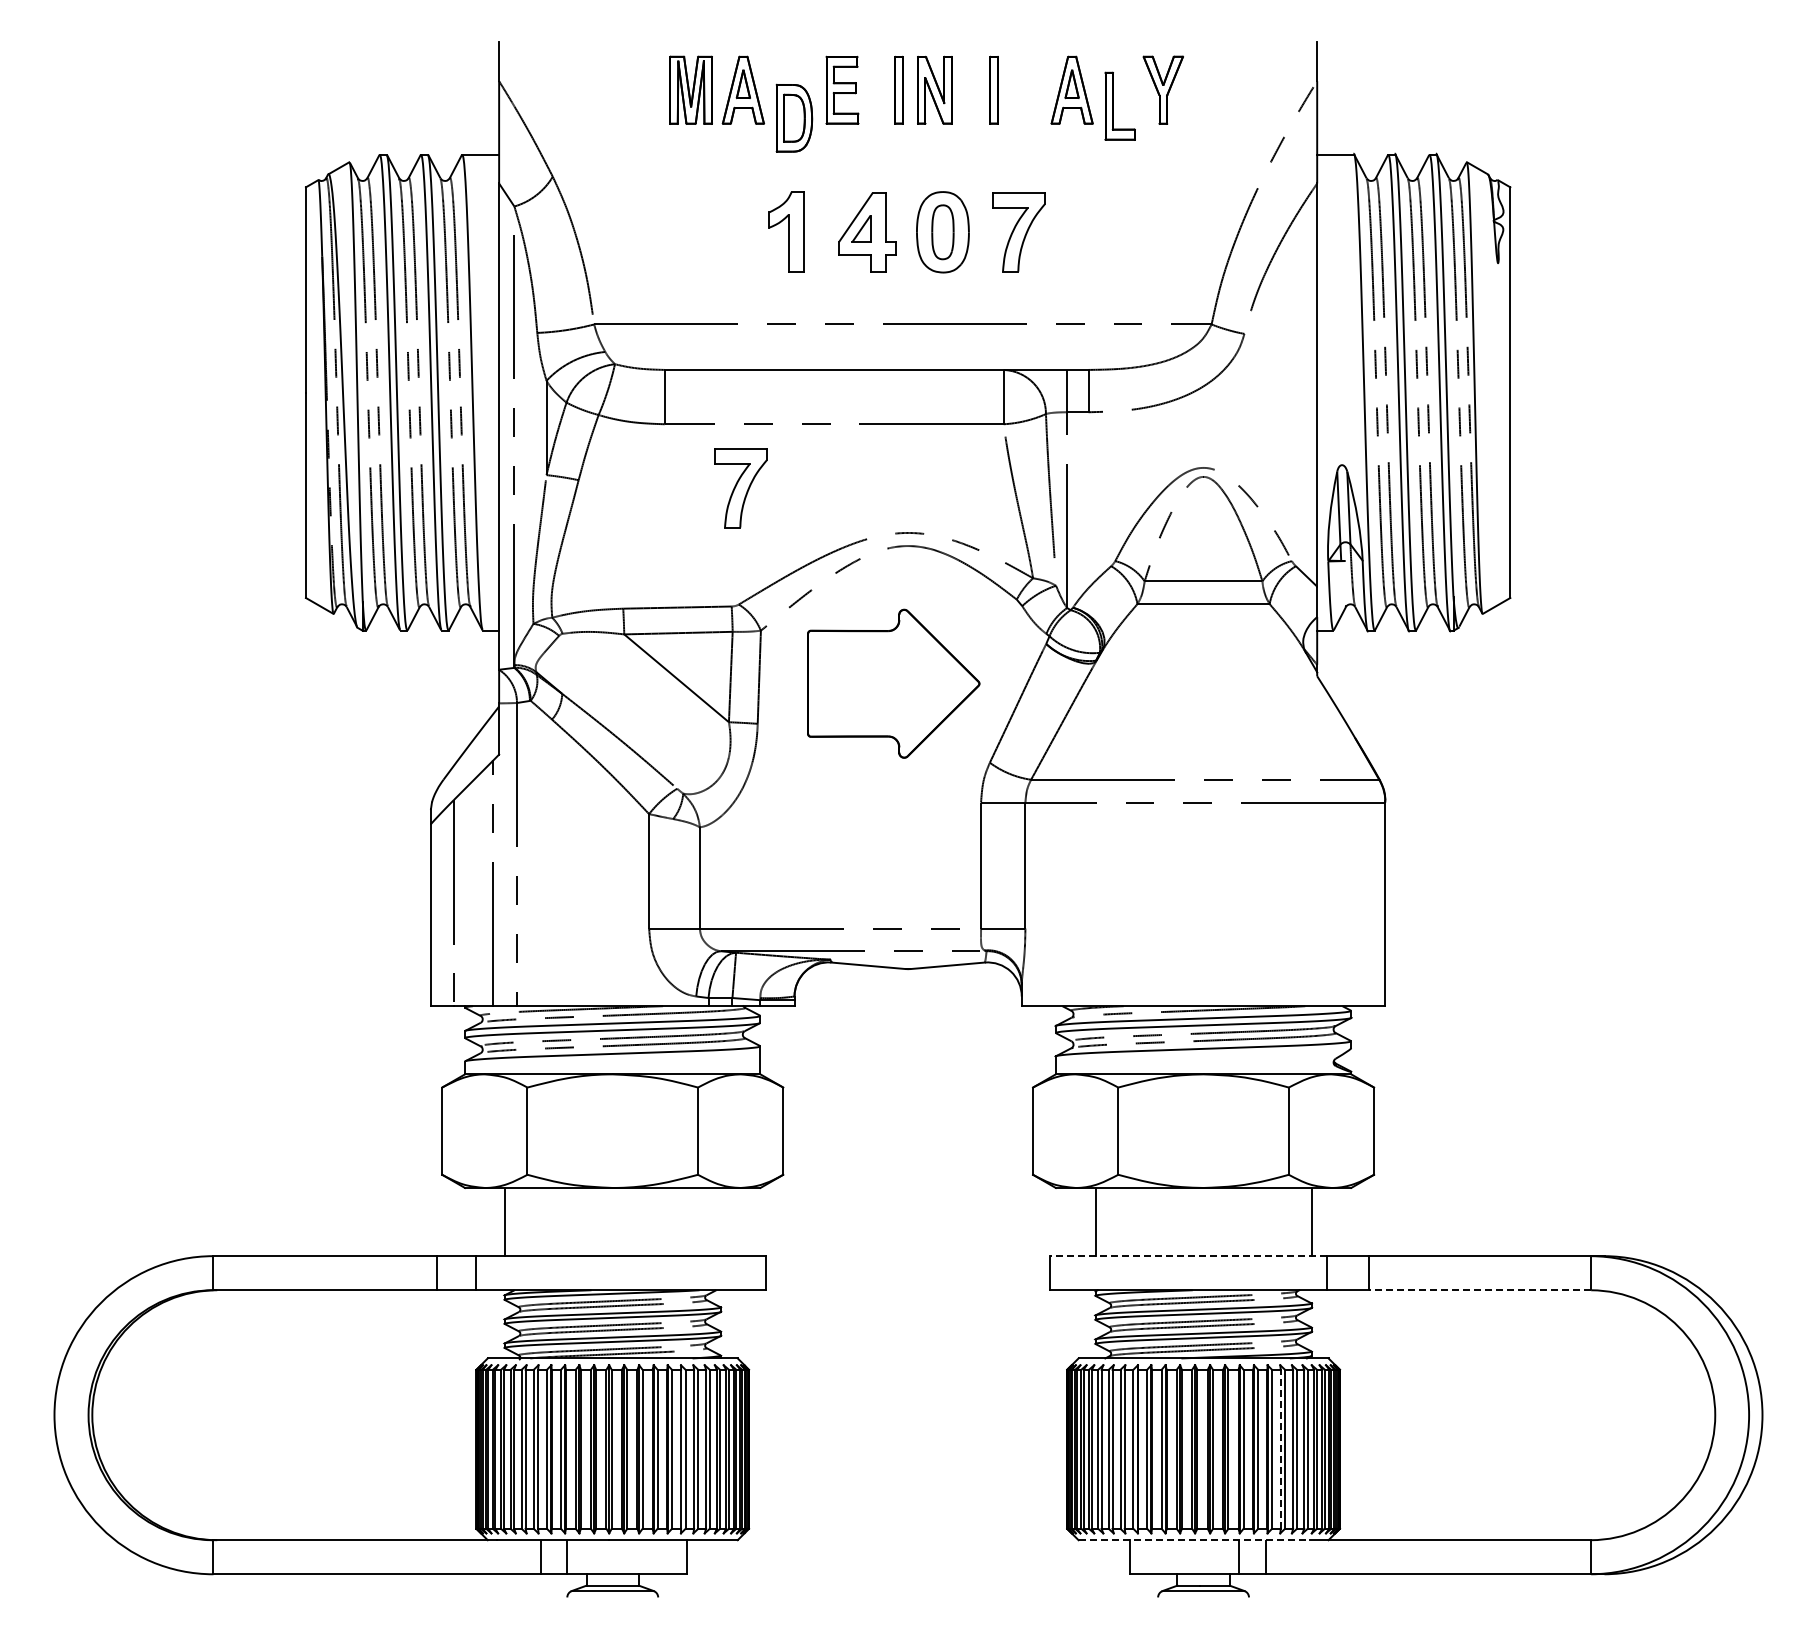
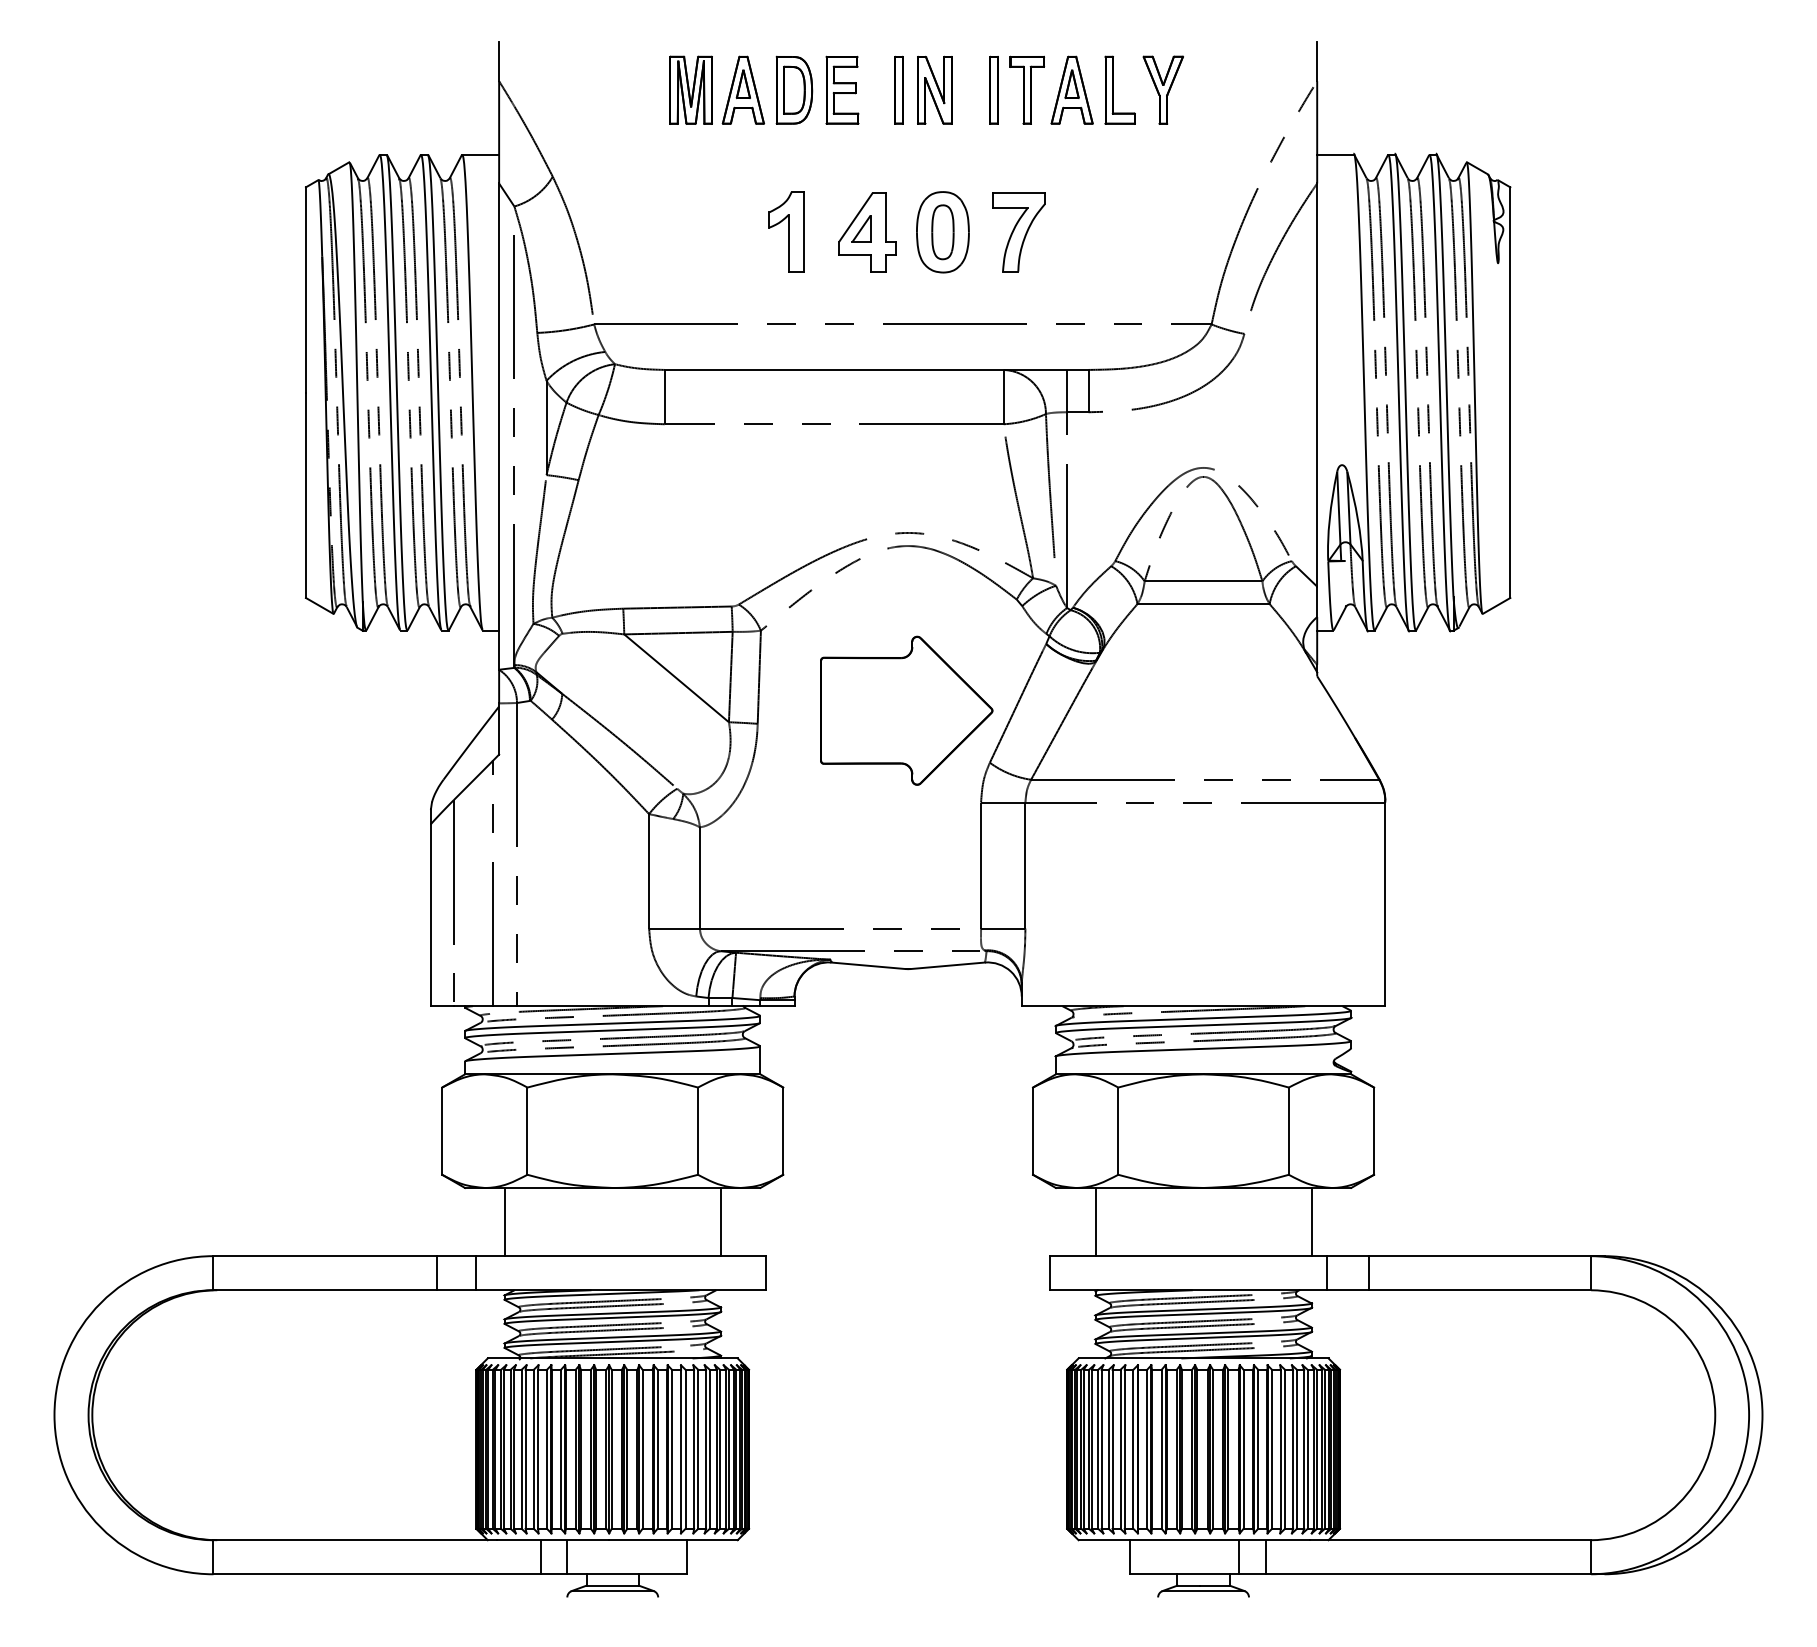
part at (1027, 89): none -> present
part at (1119, 105) position: (1119, 105) -> (1119, 89)
part at (794, 117) position: (794, 117) -> (794, 89)
part at (740, 488): present -> none
part at (893, 683) position: (893, 683) -> (906, 710)
line at (720, 1221): none -> present
line at (1187, 1256): dashed -> solid
line at (1480, 1290): dashed -> solid
line at (1280, 1449): dashed -> solid
line at (1194, 1540): dashed -> solid
